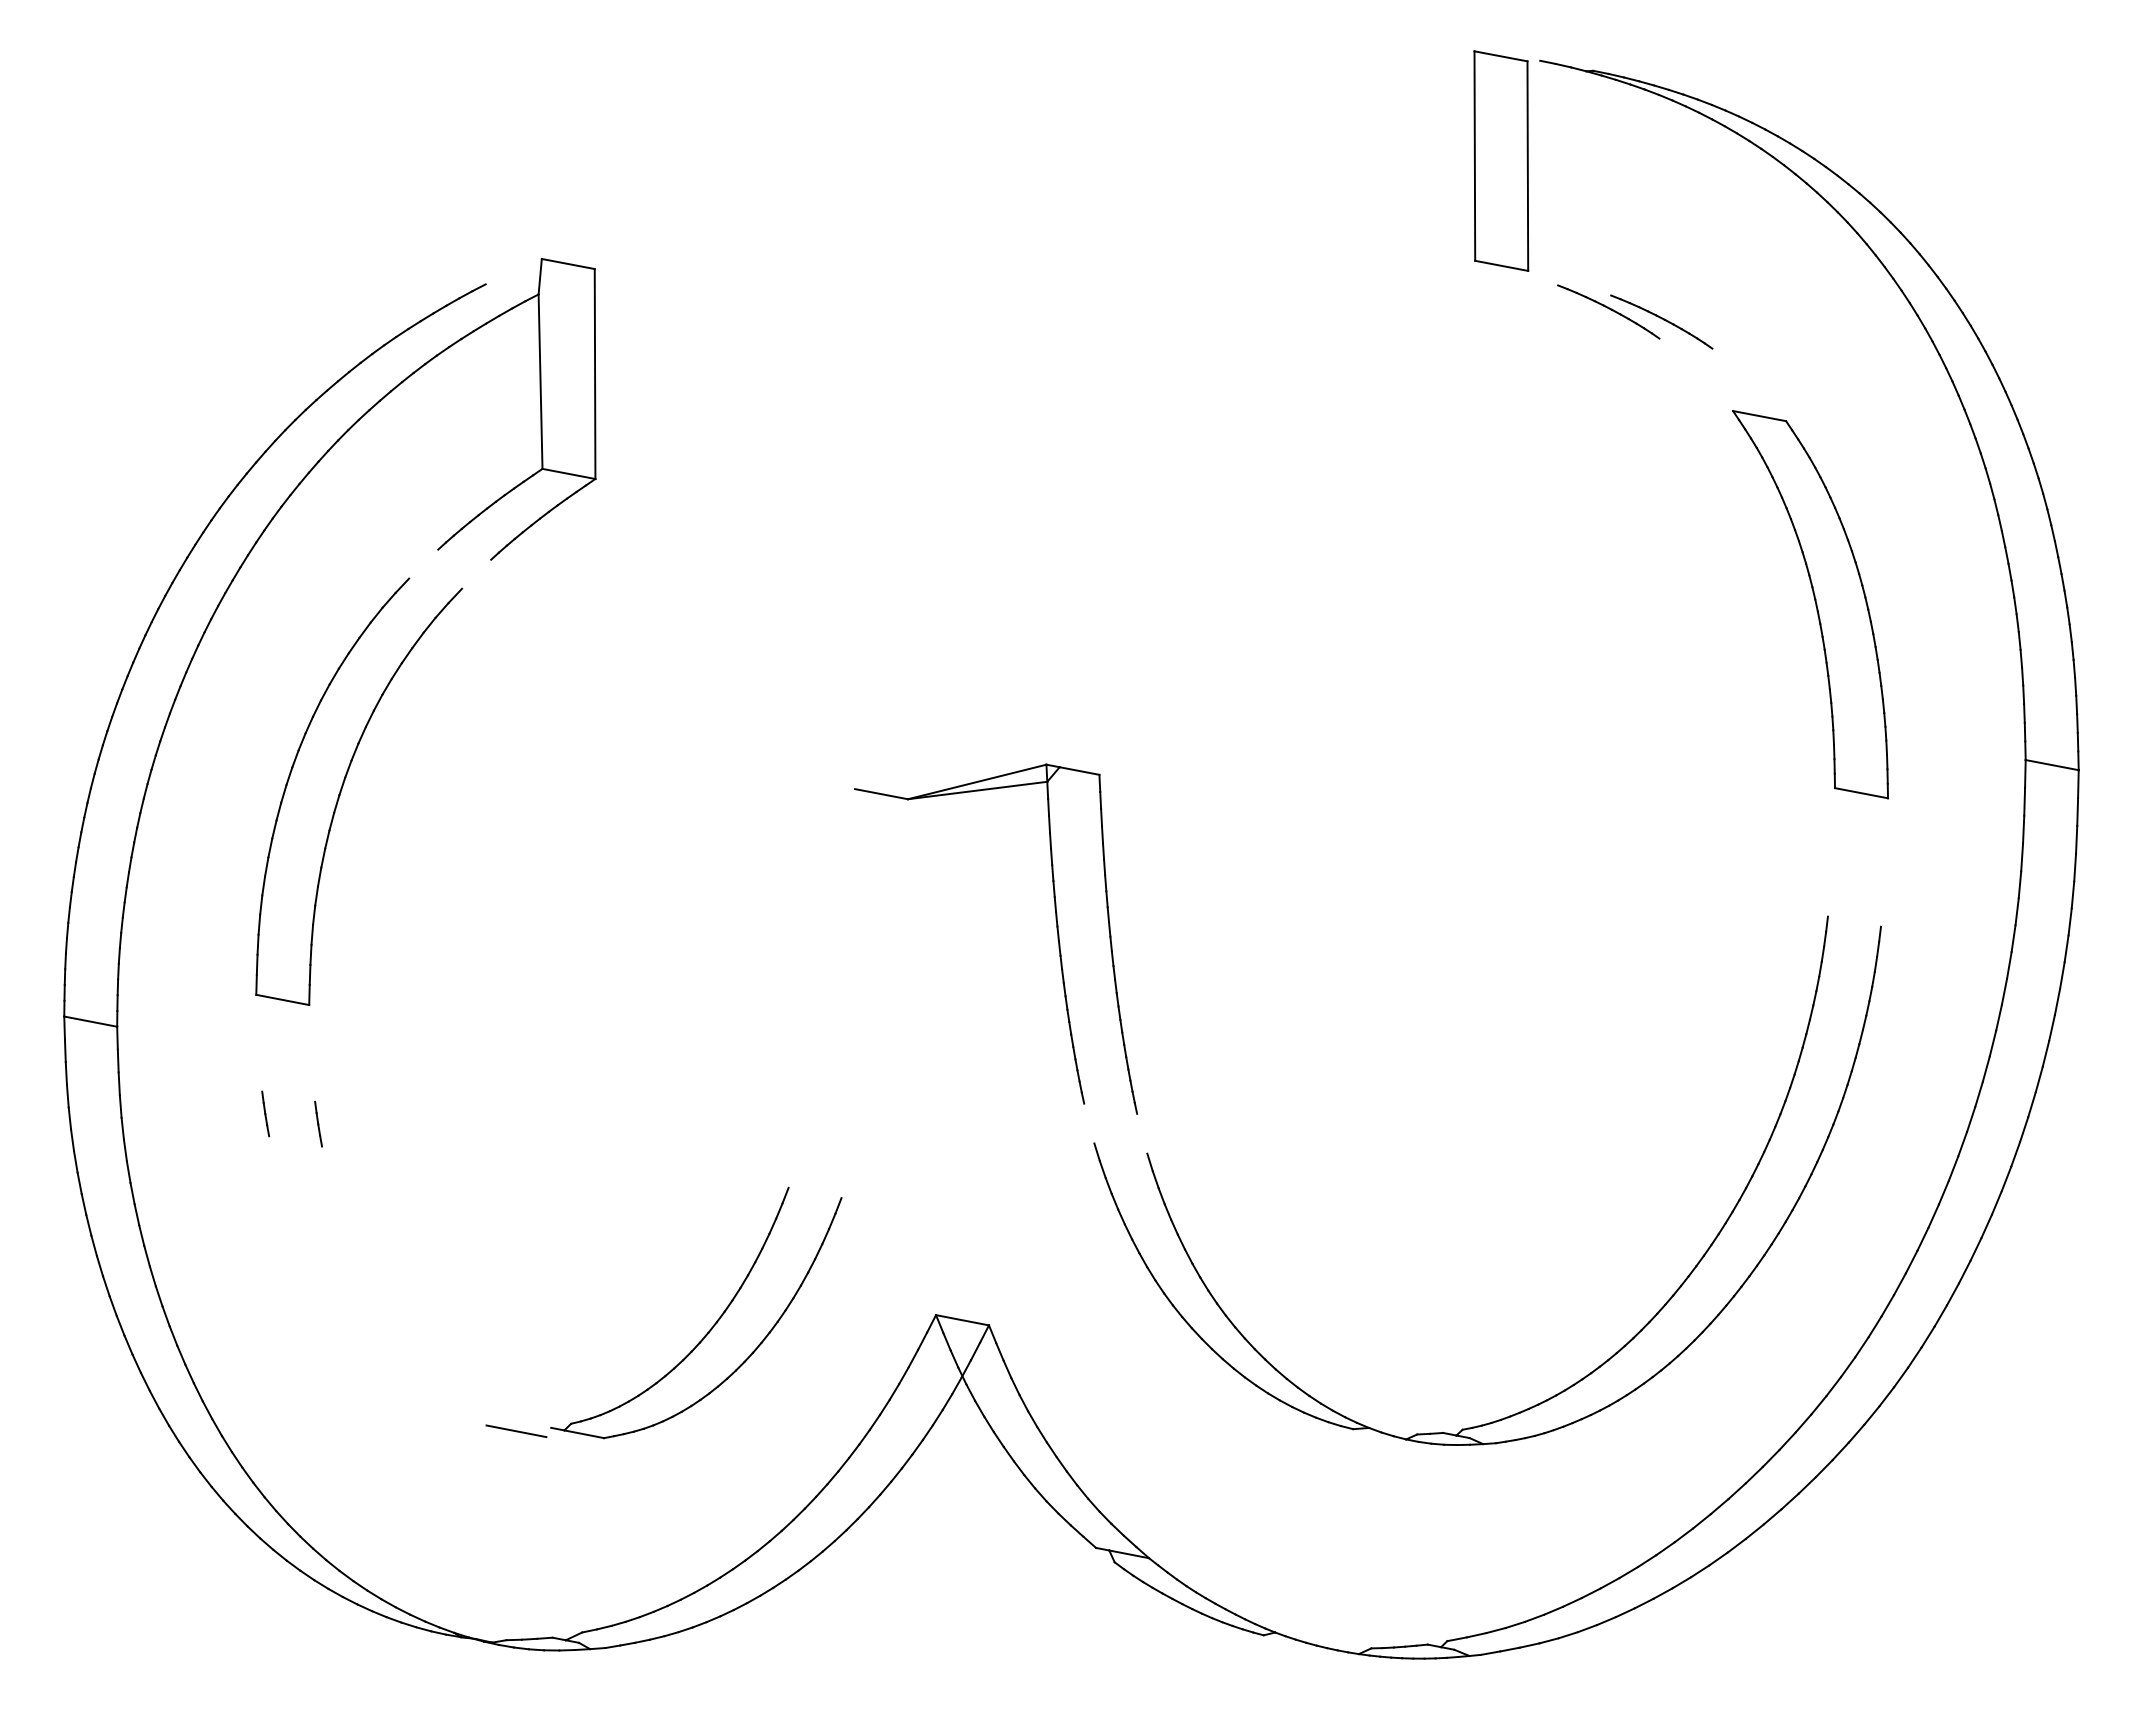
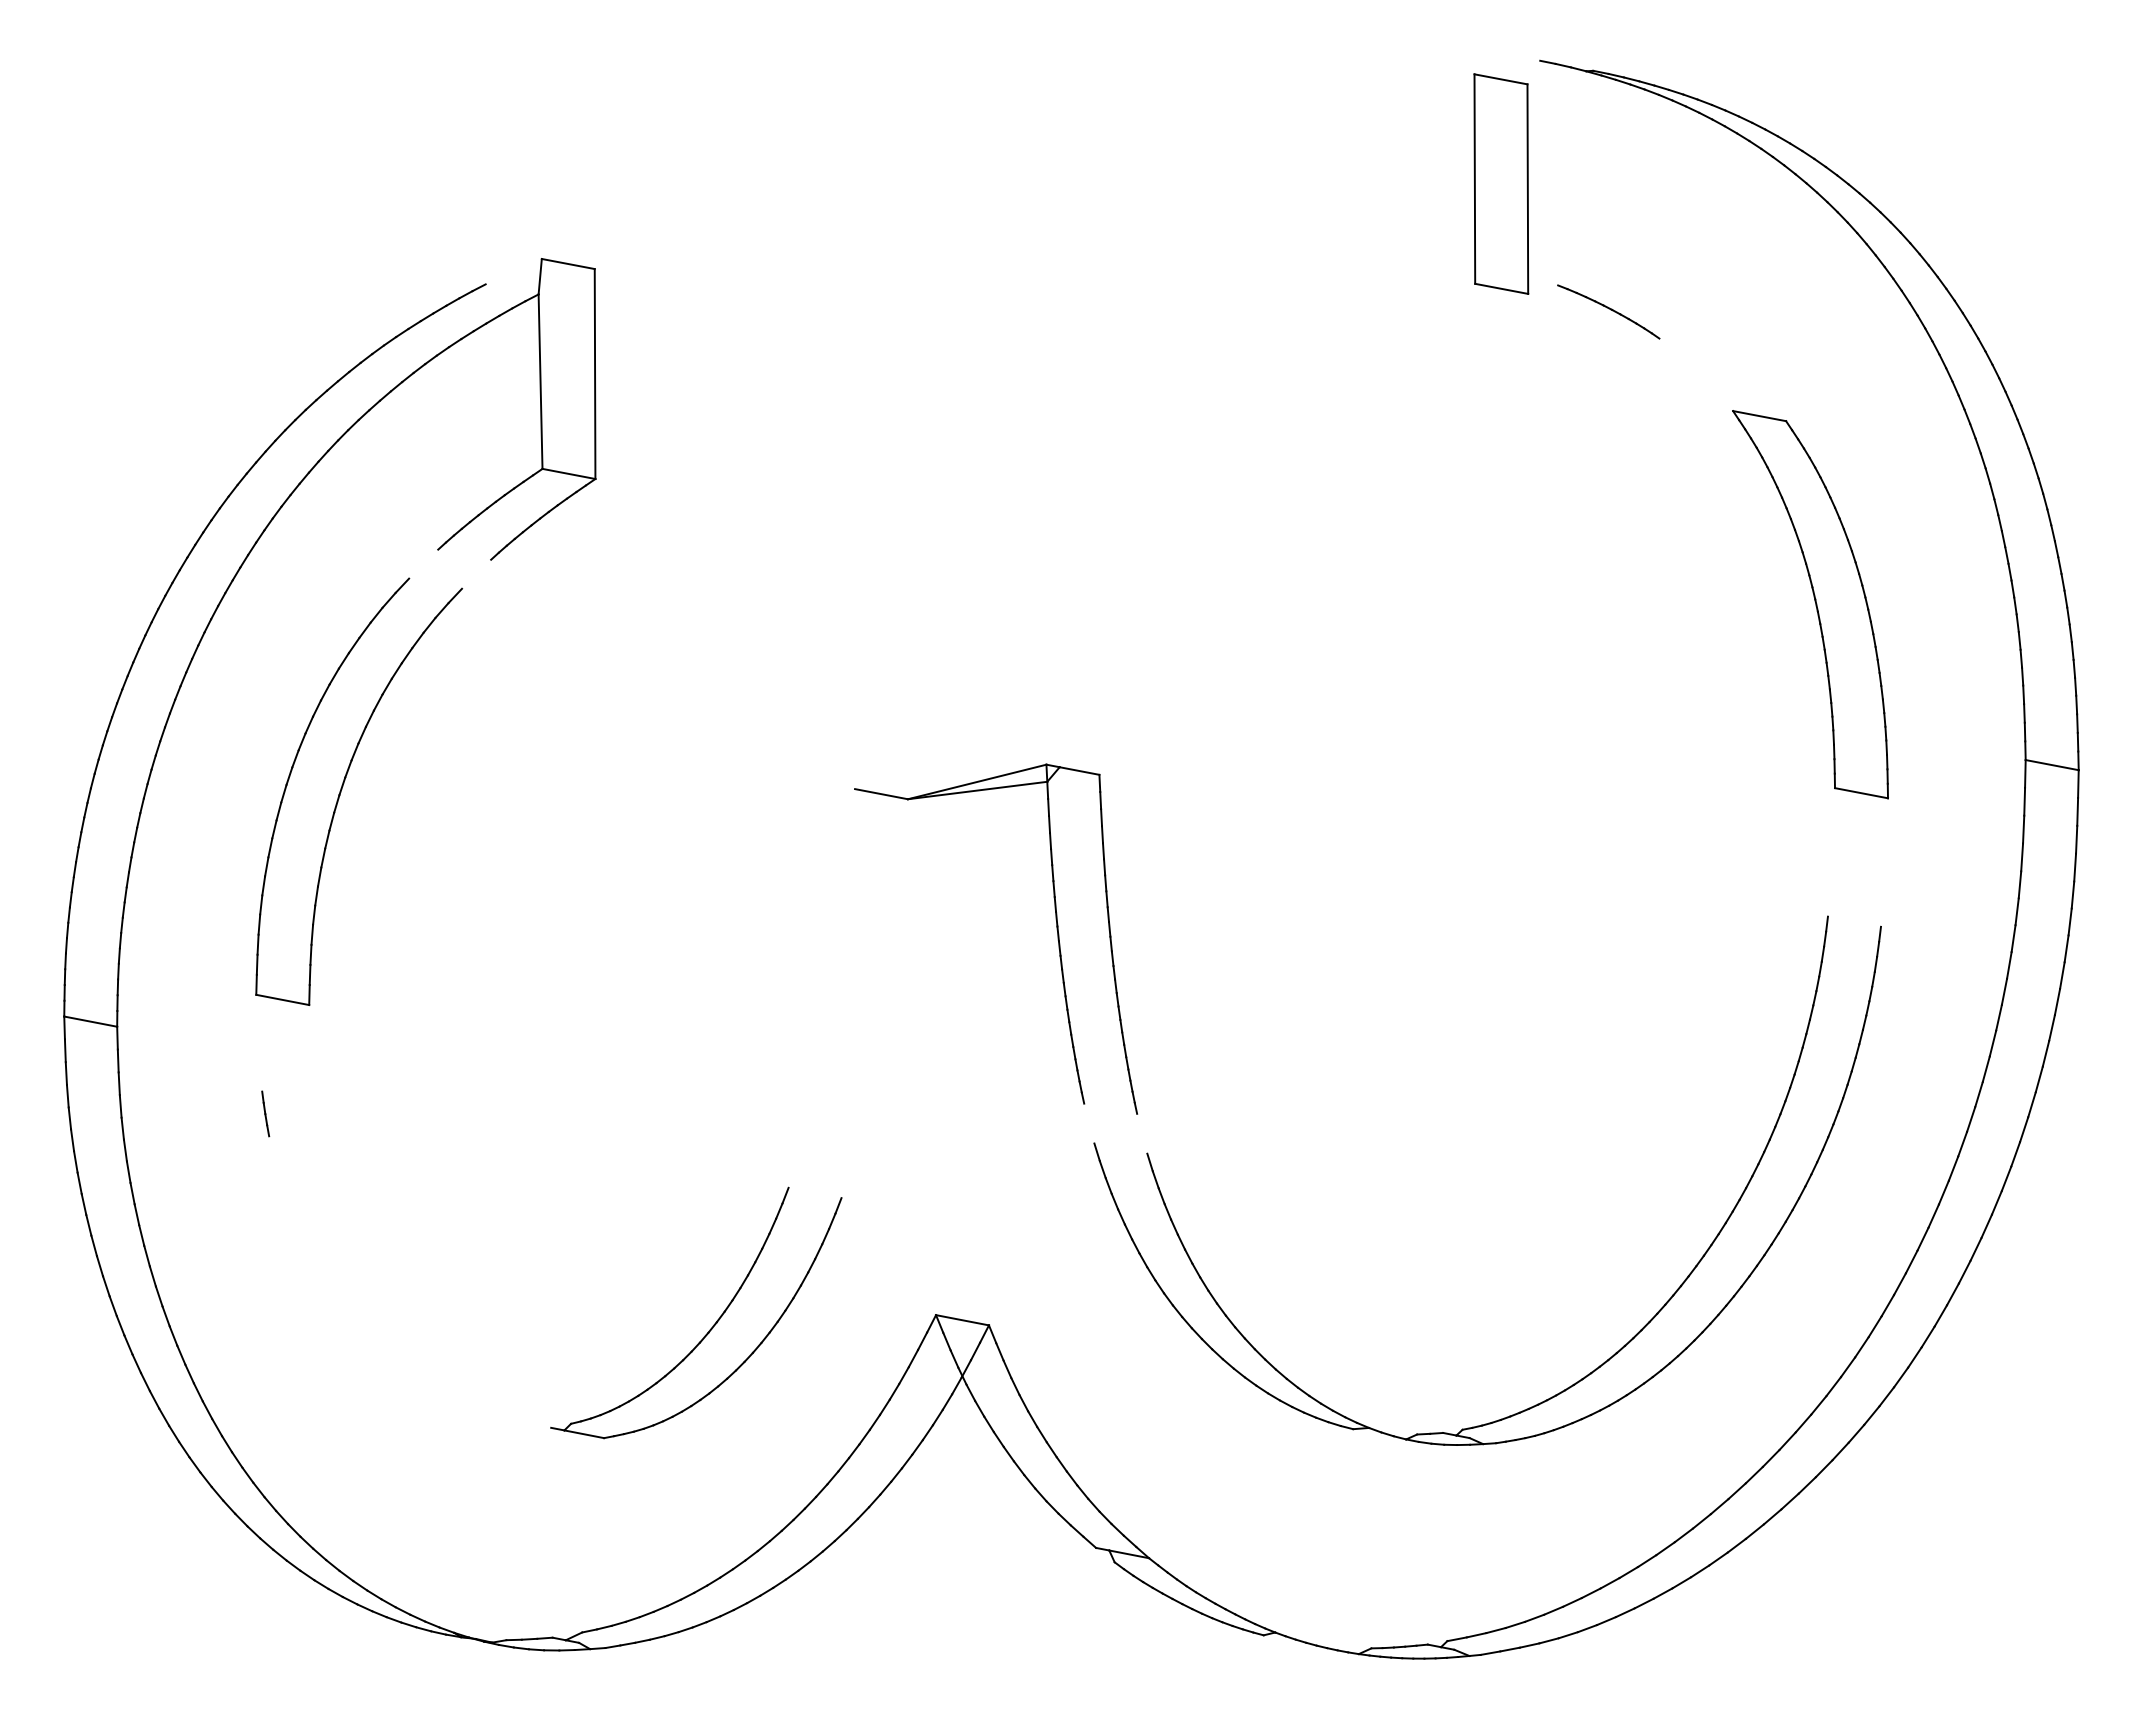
part at (1501, 160) position: (1501, 160) -> (1501, 183)
part at (1661, 321): present -> none
line at (318, 1123): present -> none
line at (516, 1431): present -> none
